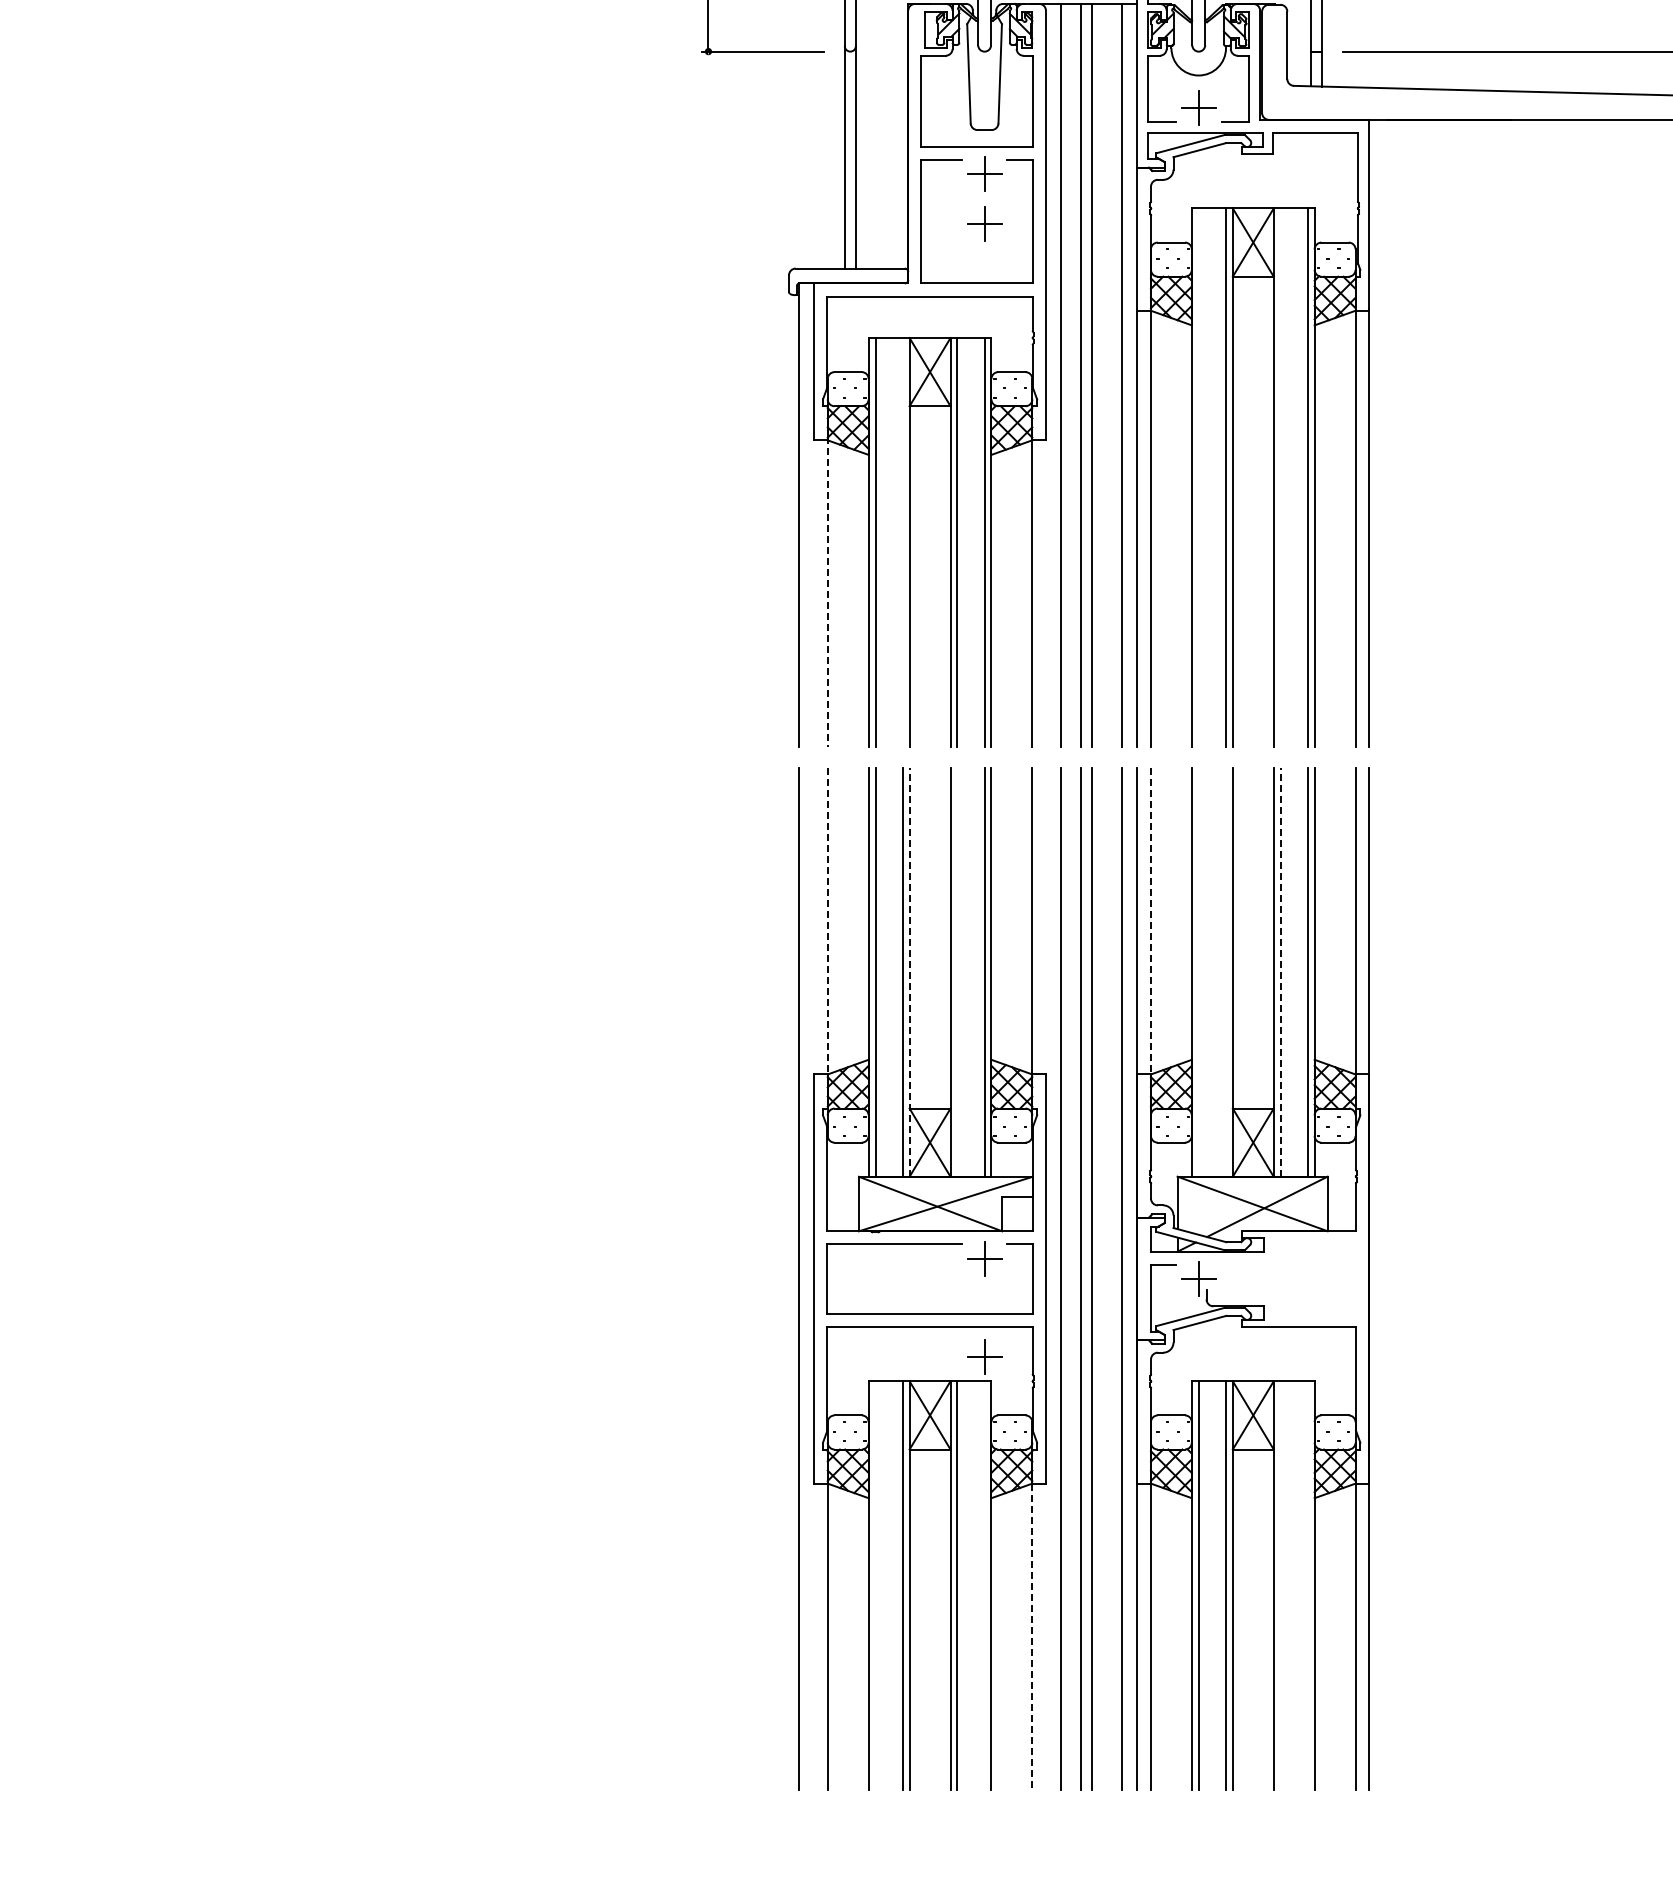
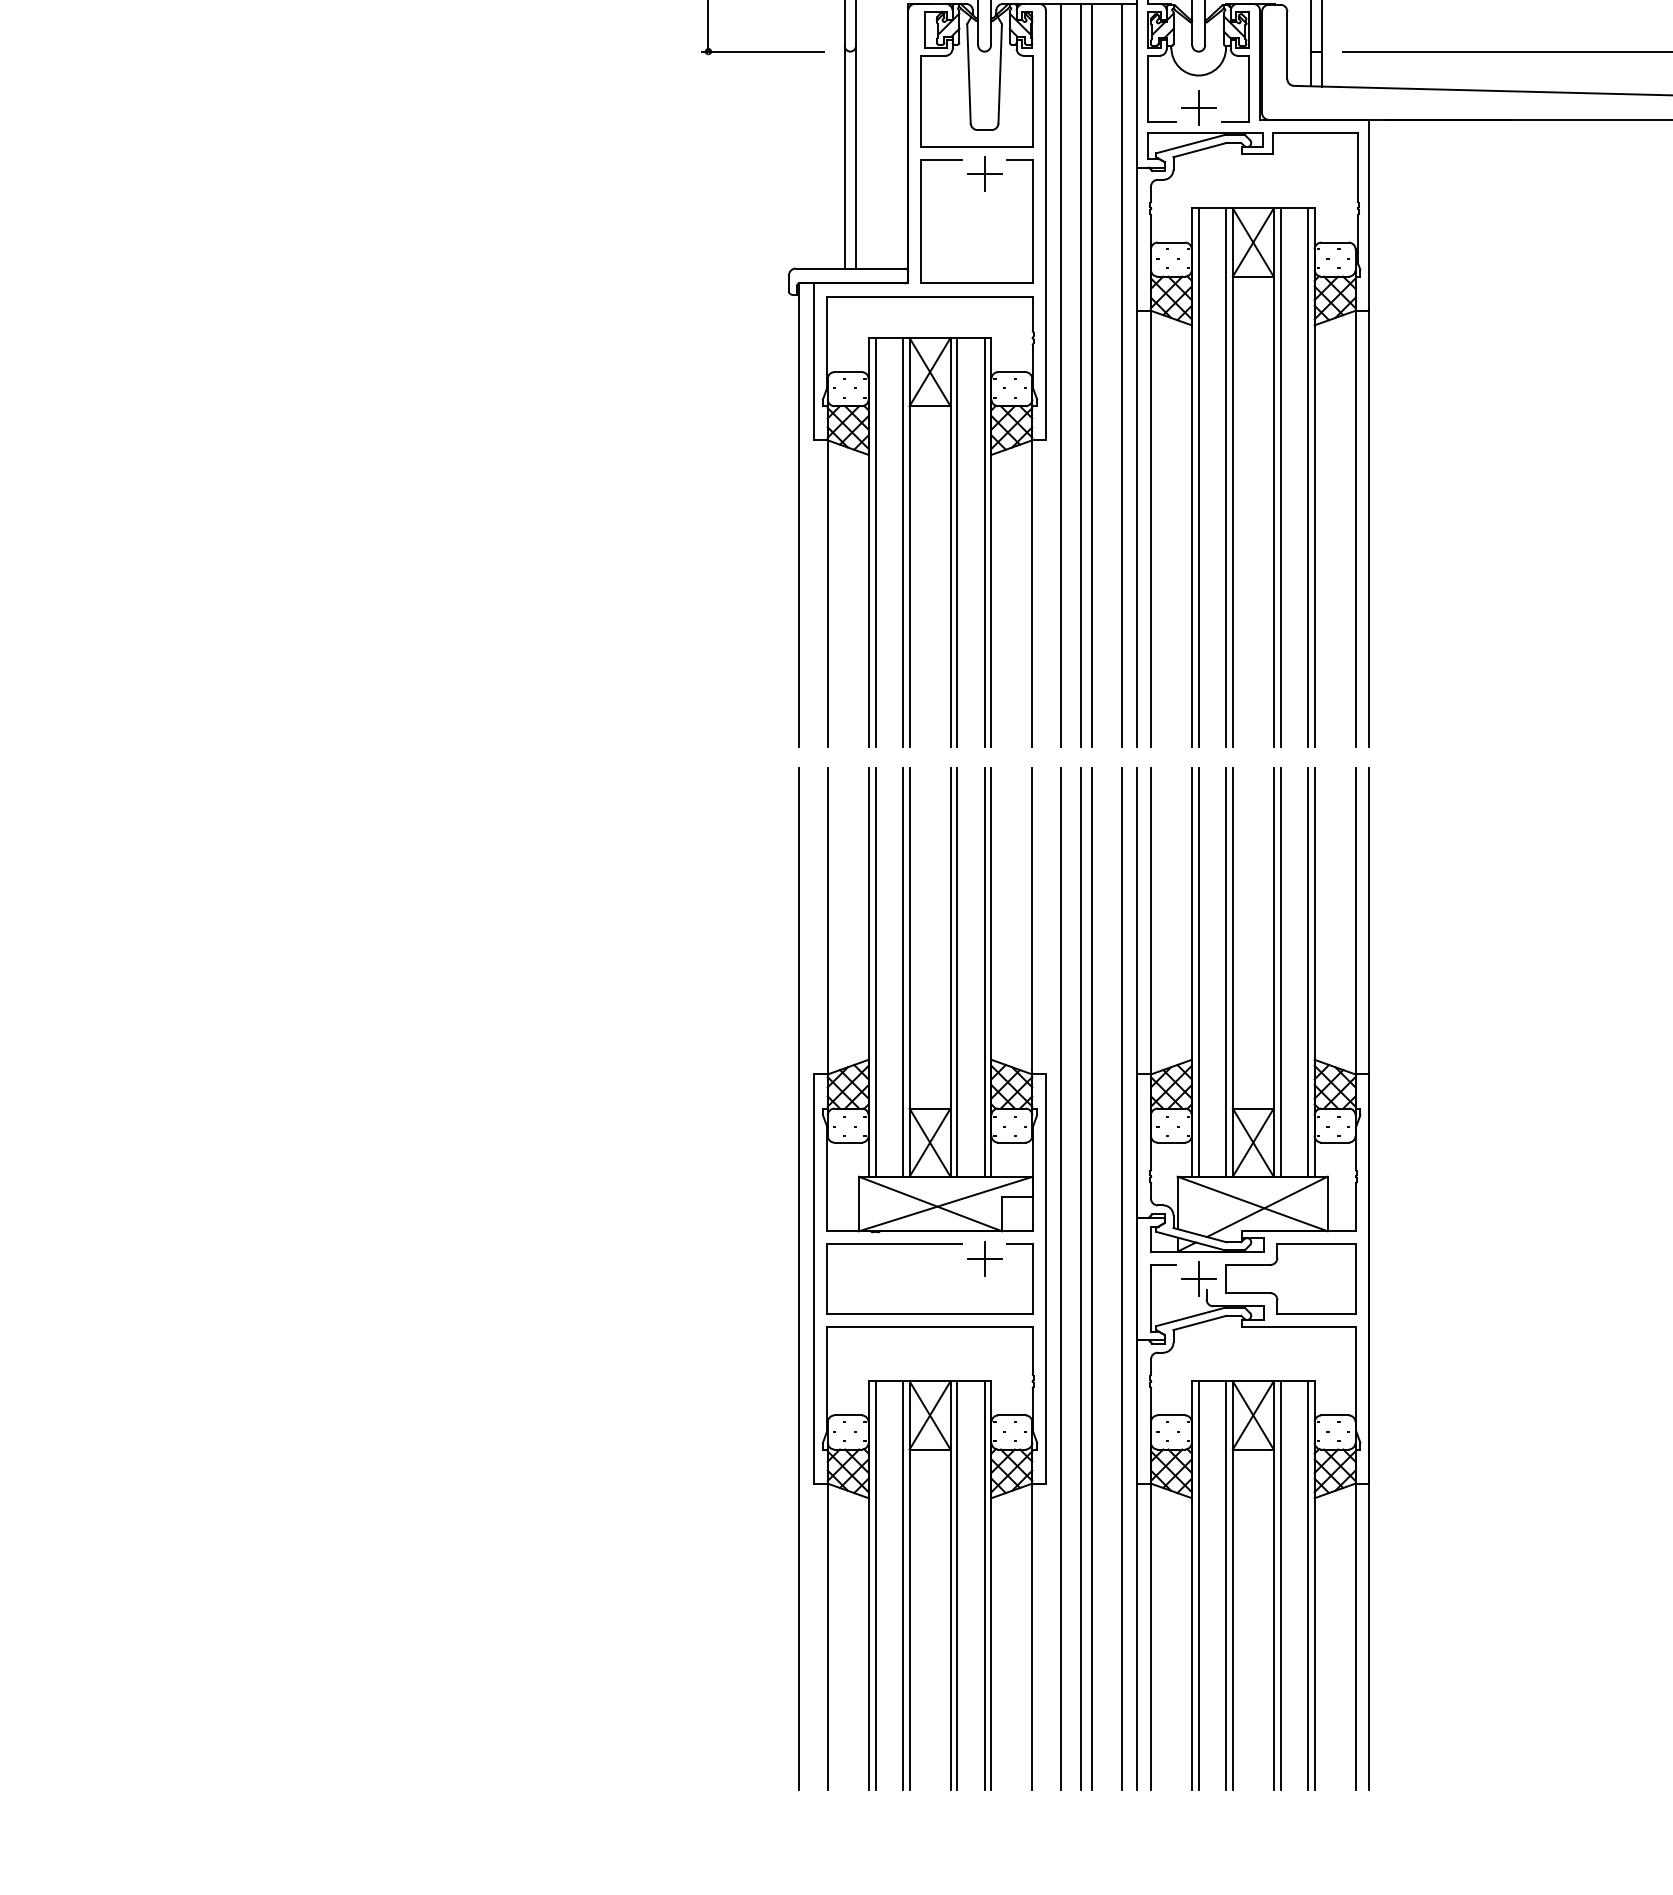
part at (984, 223): present -> none
line at (1198, 477): none -> present
line at (1280, 477): none -> present
line at (902, 542): none -> present
line at (827, 592): dashed -> solid
line at (827, 921): dashed -> solid
line at (1151, 921): dashed -> solid
line at (957, 971): none -> present
line at (1198, 971): none -> present
line at (1226, 971): none -> present
line at (909, 972): dashed -> solid
line at (1280, 972): dashed -> solid
part at (1290, 1278): none -> present
part at (984, 1356): present -> none
line at (875, 1585): none -> present
line at (984, 1585): none -> present
line at (1280, 1585): none -> present
line at (1307, 1585): none -> present
line at (1032, 1637): dashed -> solid
